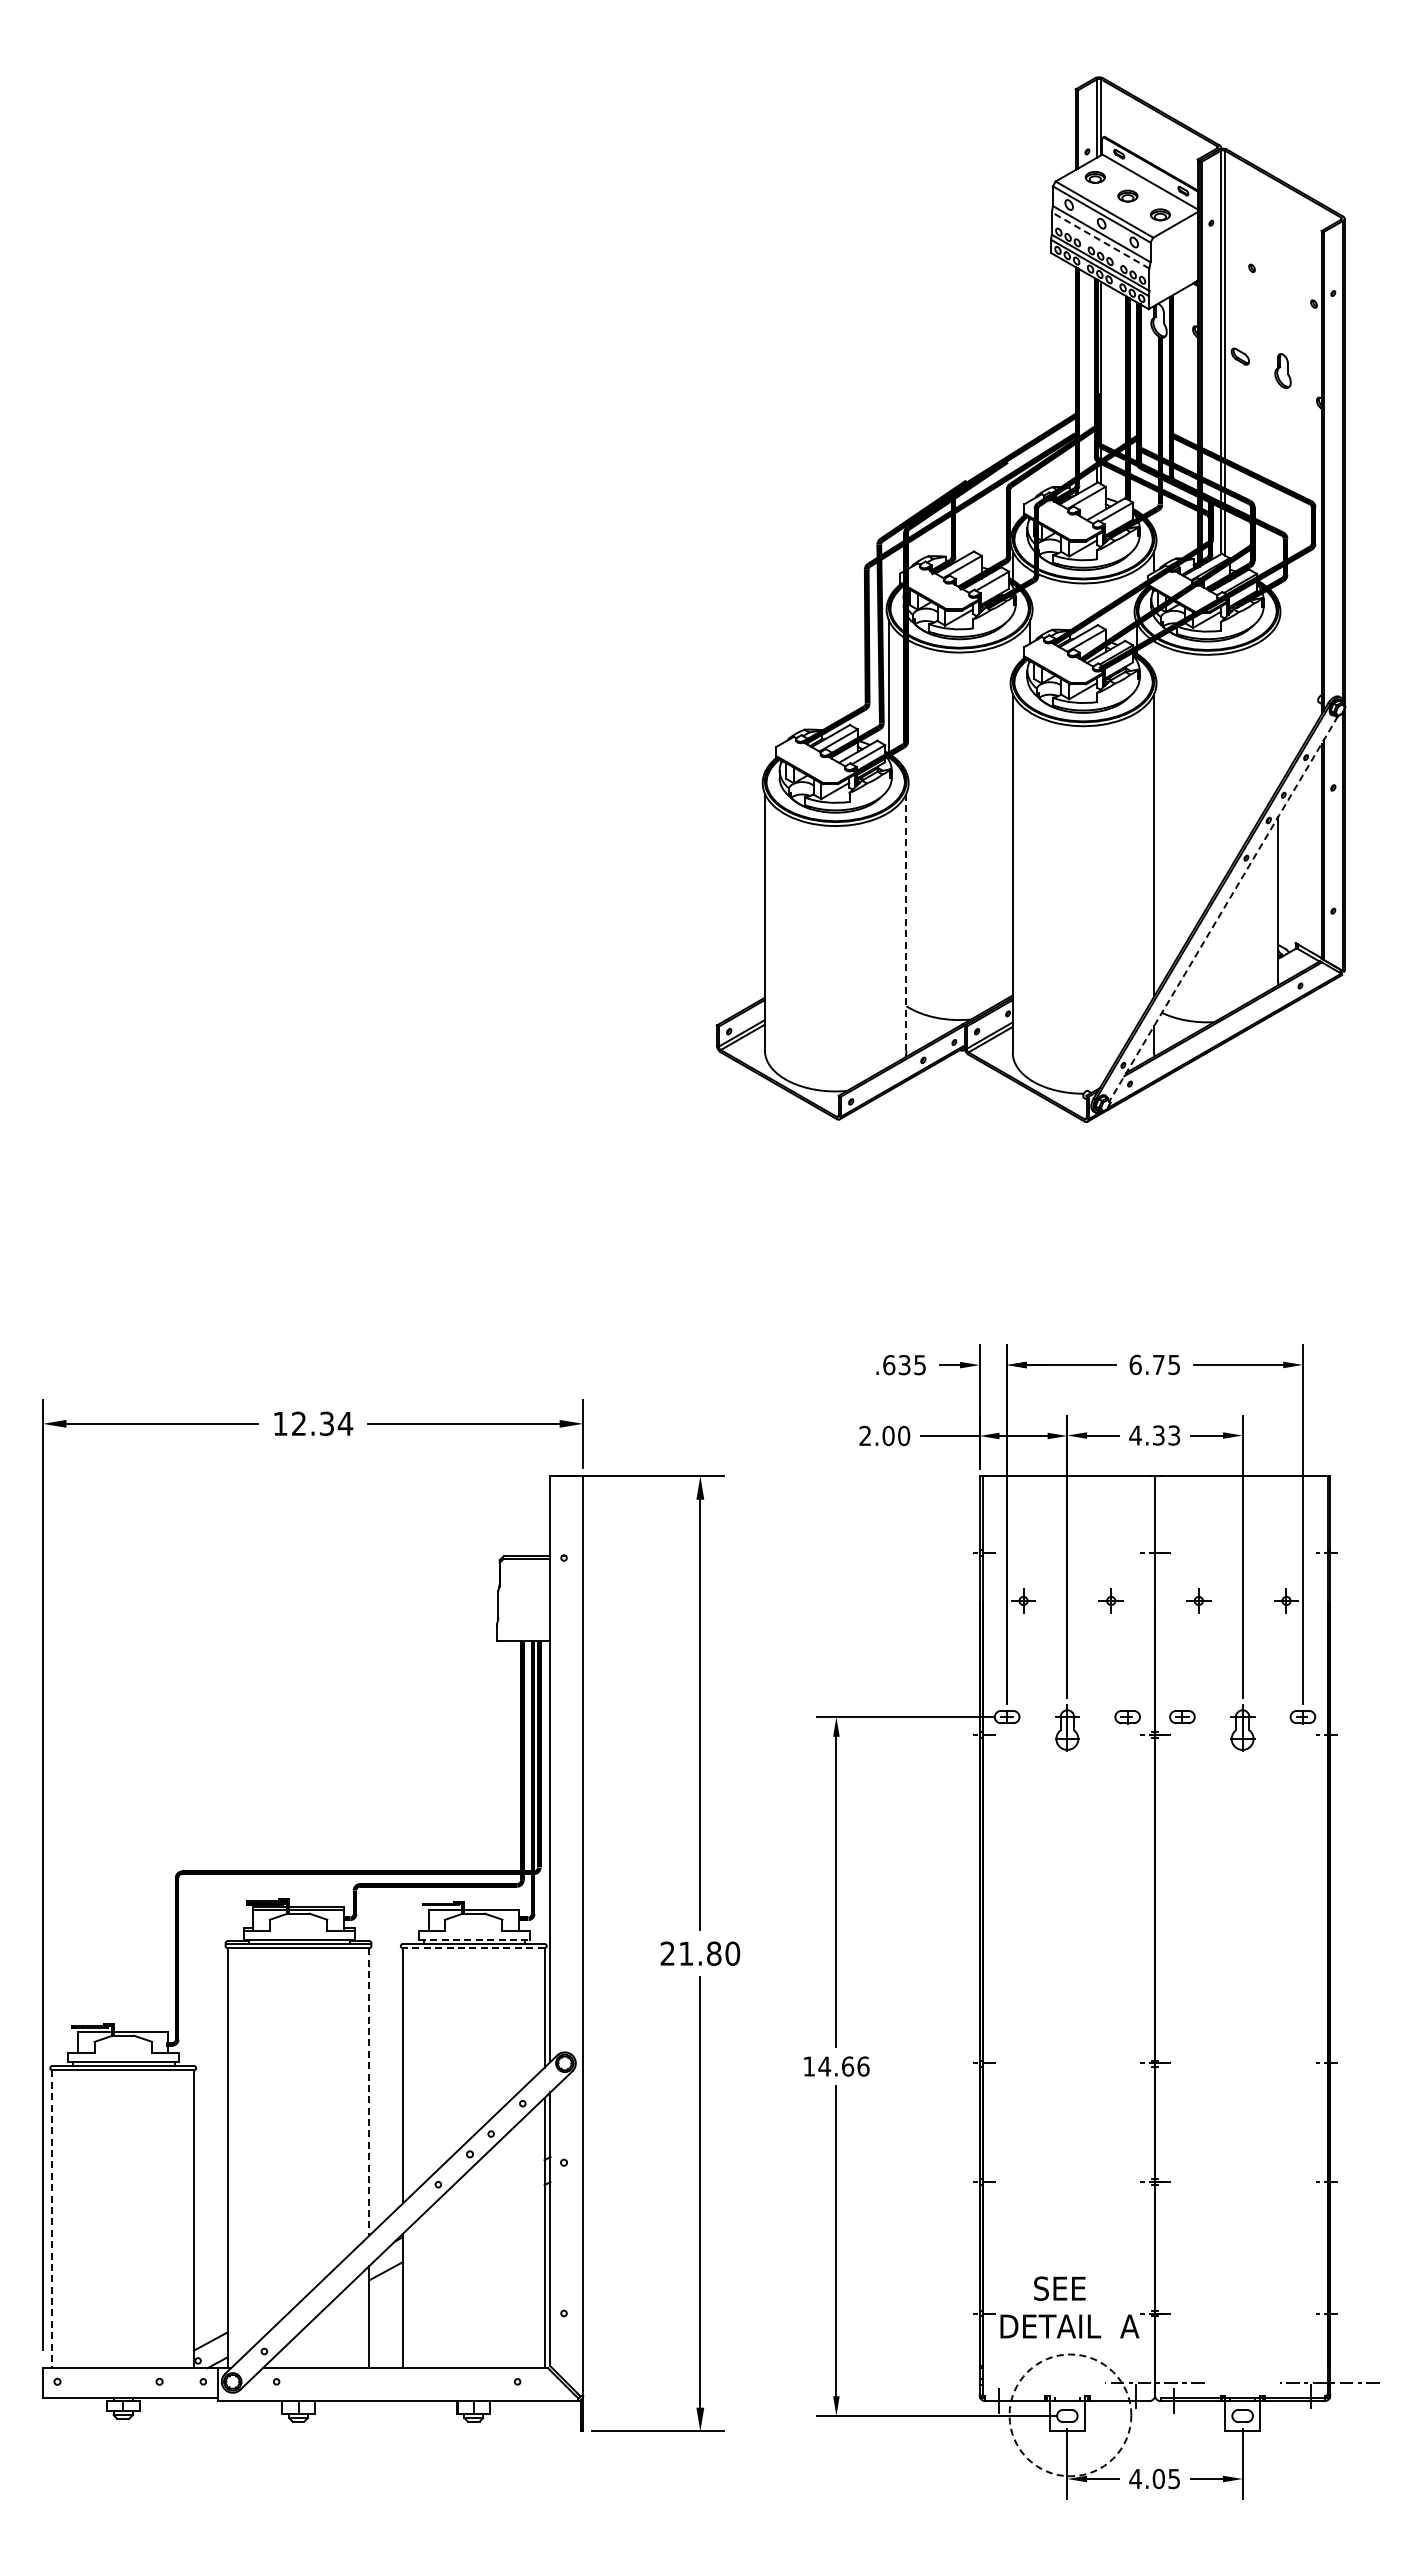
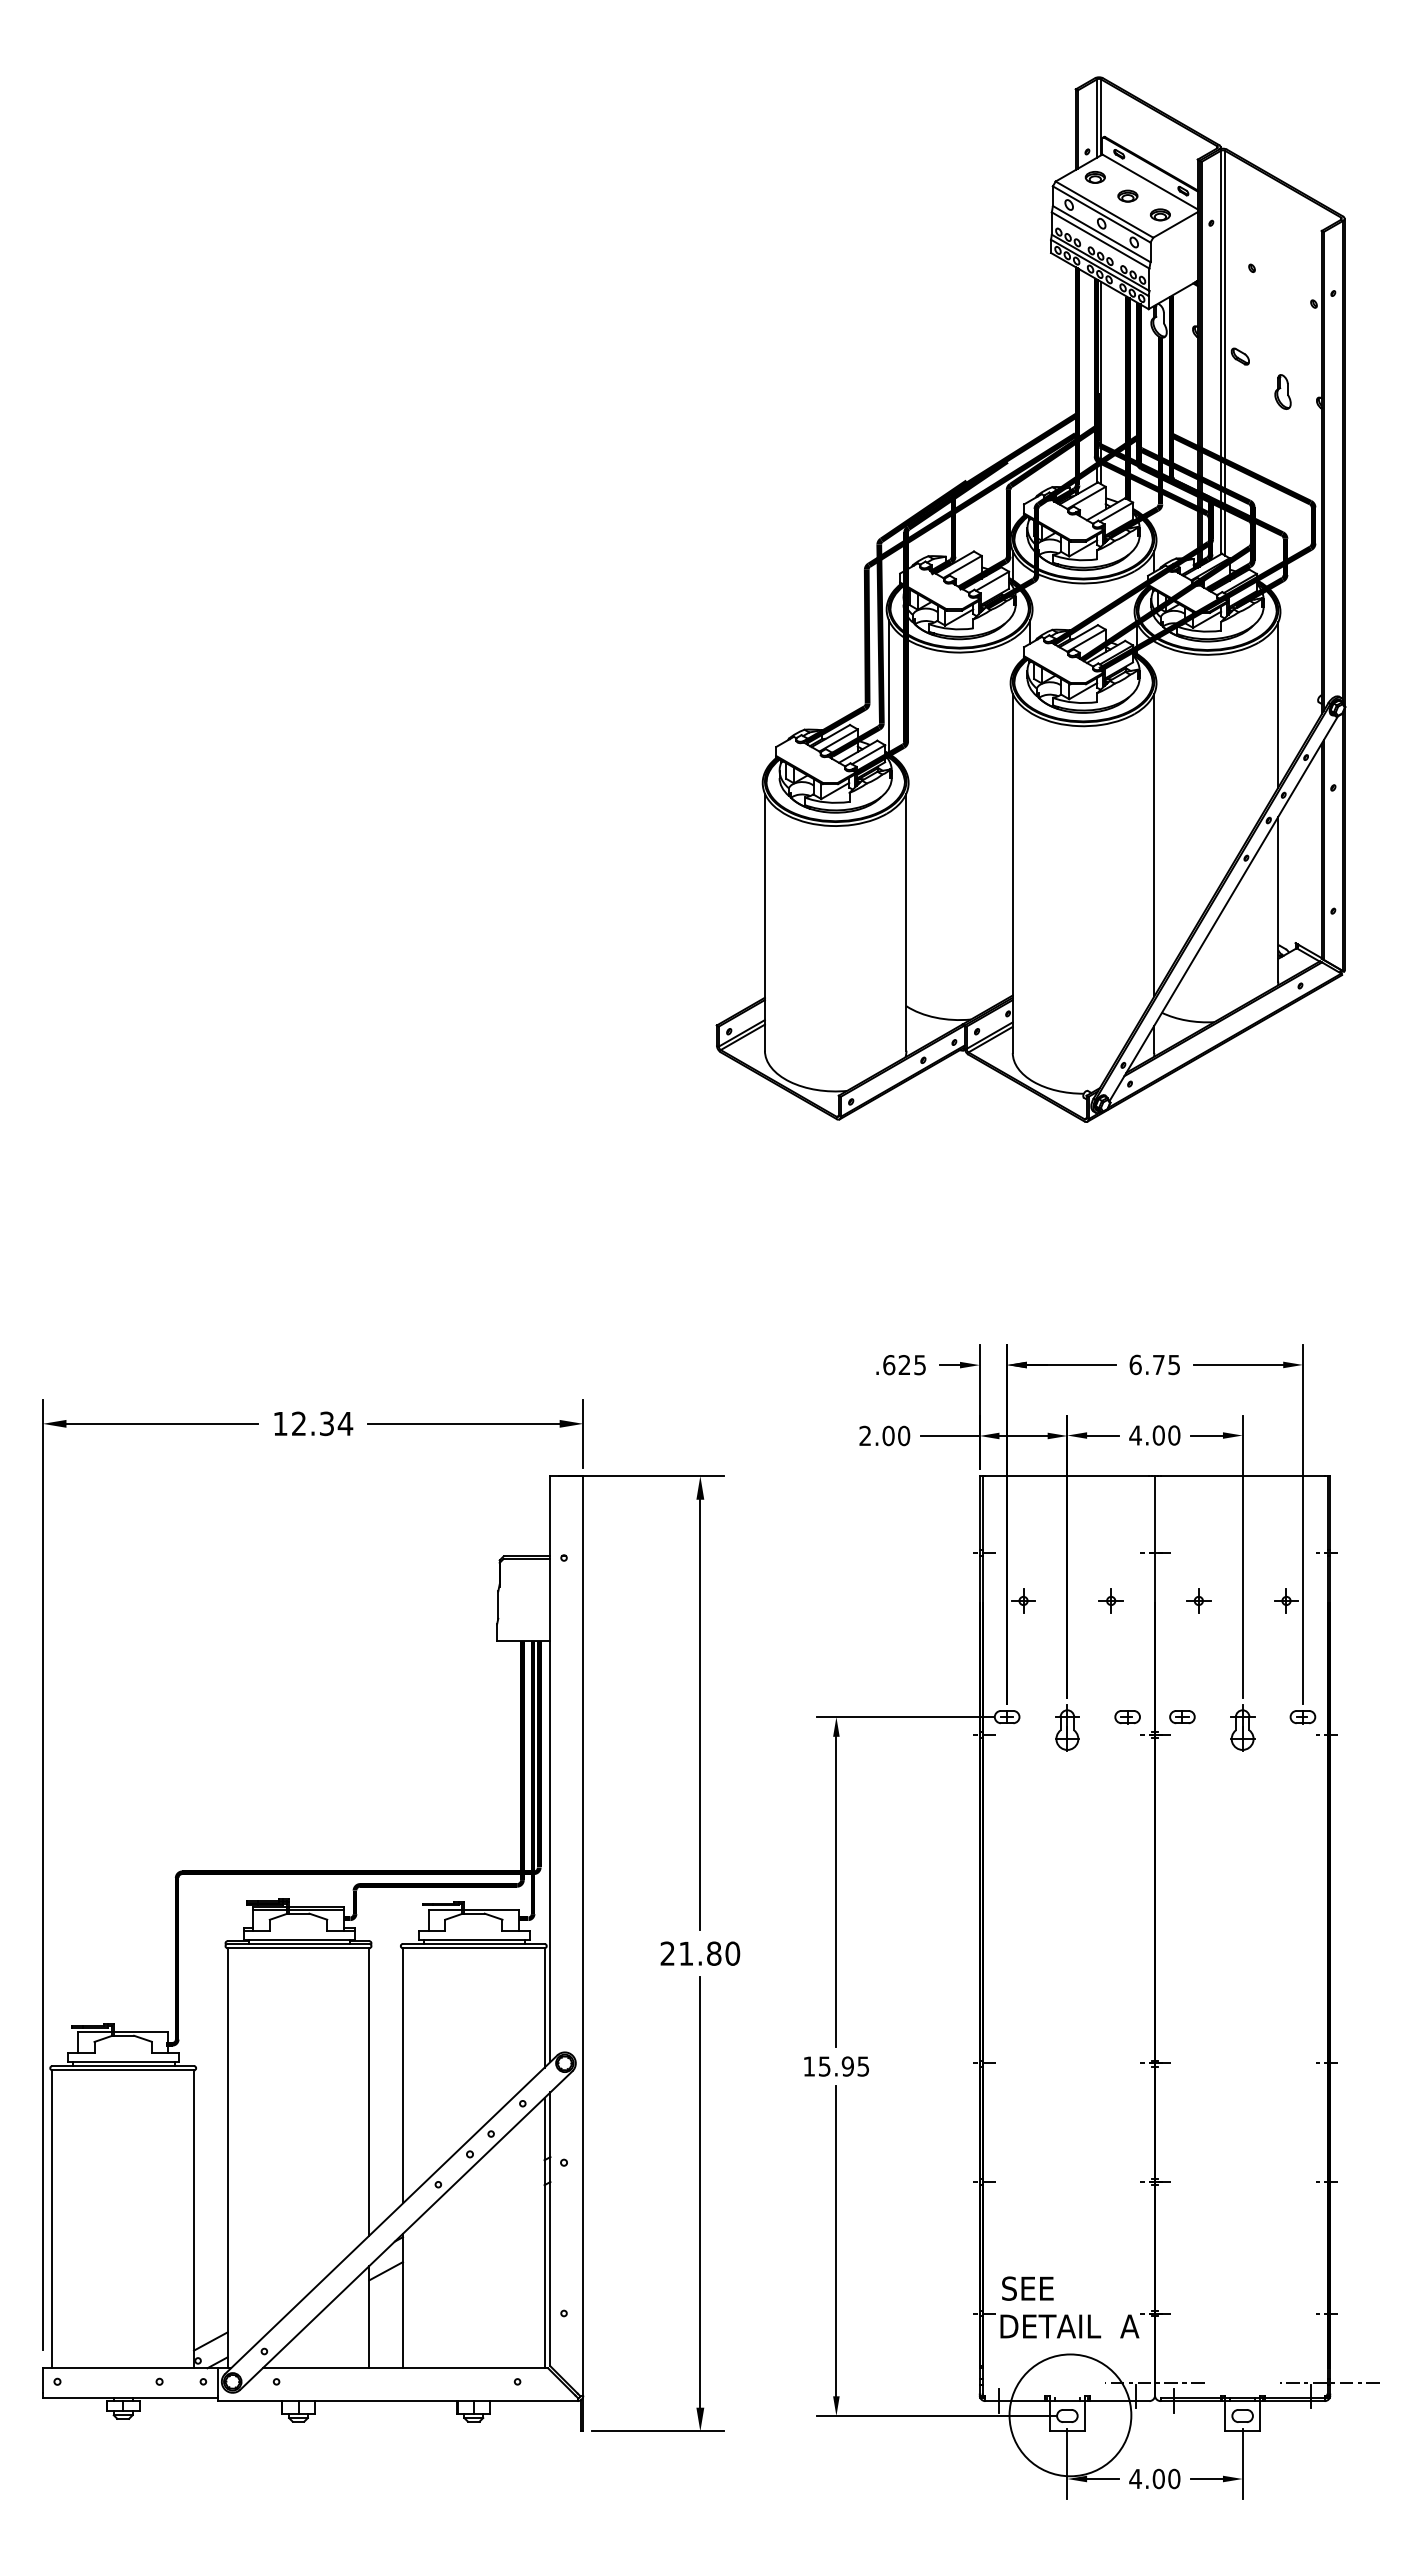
line at (1100, 240): dashed -> solid
part at (1282, 370) position: (1282, 370) -> (1282, 391)
line at (1278, 704): none -> present
line at (1223, 908): dashed -> solid
line at (906, 922): dashed -> solid
text at (904, 1365): .635 -> .625
text at (1166, 1435): 4.33 -> 4.00
line at (474, 1939): dashed -> solid
line at (473, 1948): dashed -> solid
text at (843, 2066): 14.66 -> 15.95
line at (369, 2092): dashed -> solid
line at (52, 2219): dashed -> solid
text at (1059, 2288) position: (1059, 2288) -> (1027, 2288)
circle at (1070, 2415): dashed -> solid
text at (1174, 2478): 4.05 -> 4.00
